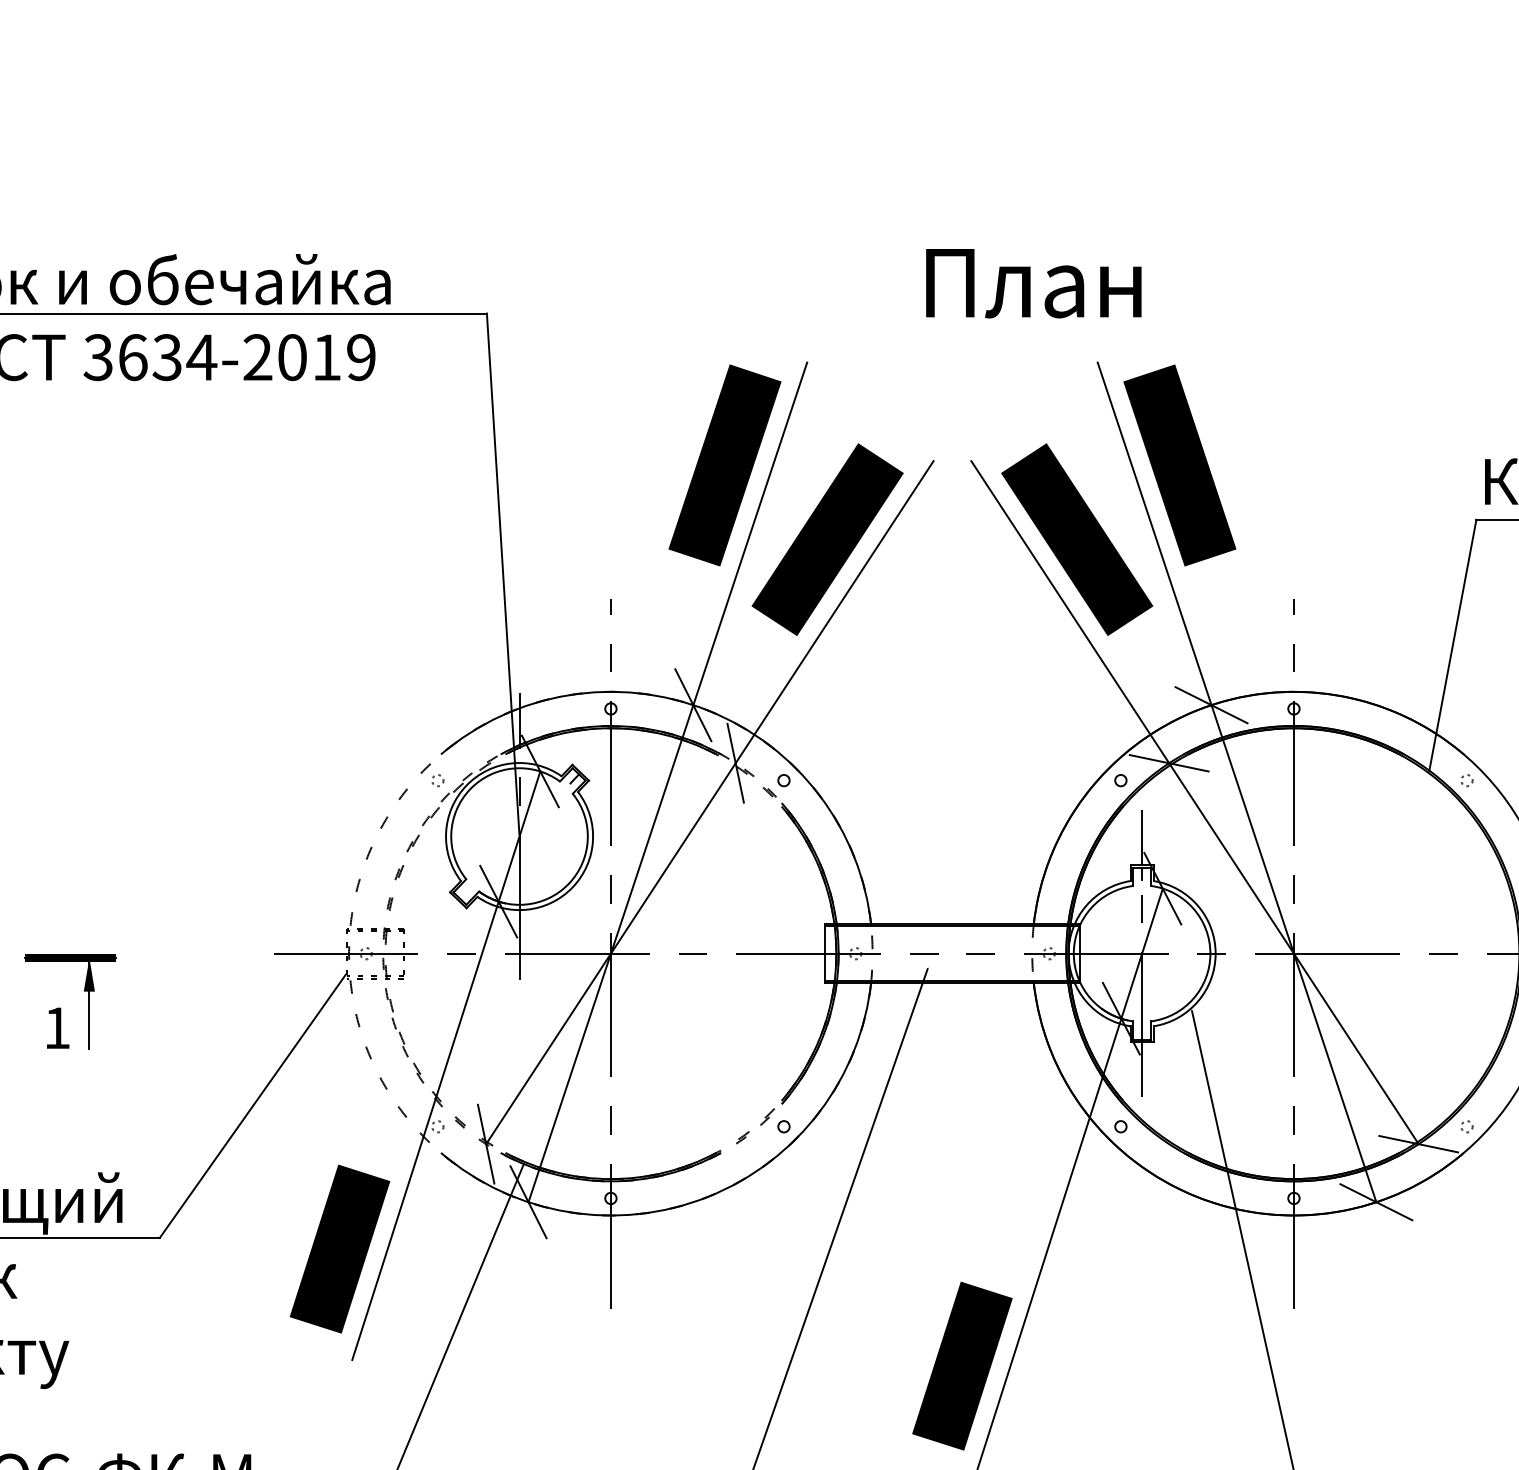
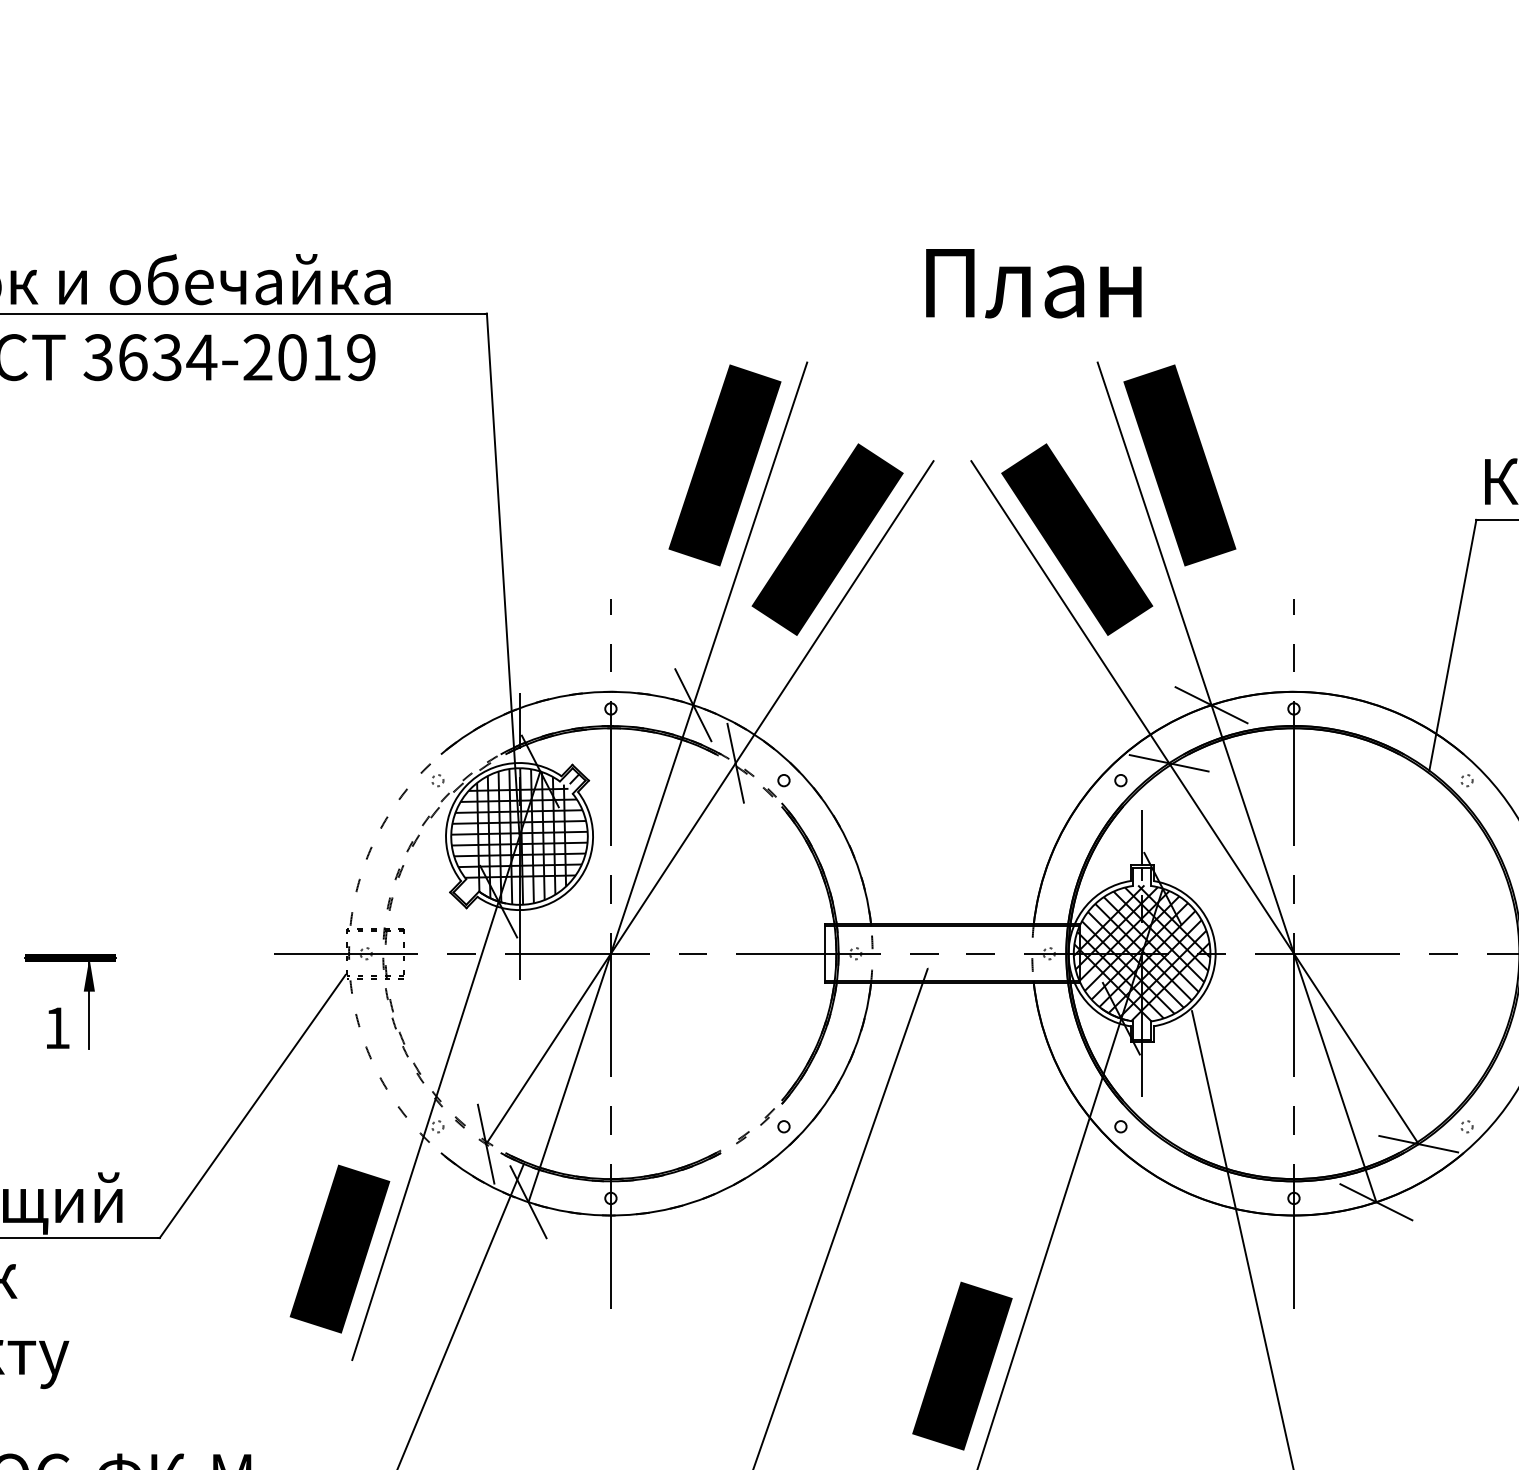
hatch at (519, 836): none -> present
hatch at (1141, 953): none -> present
